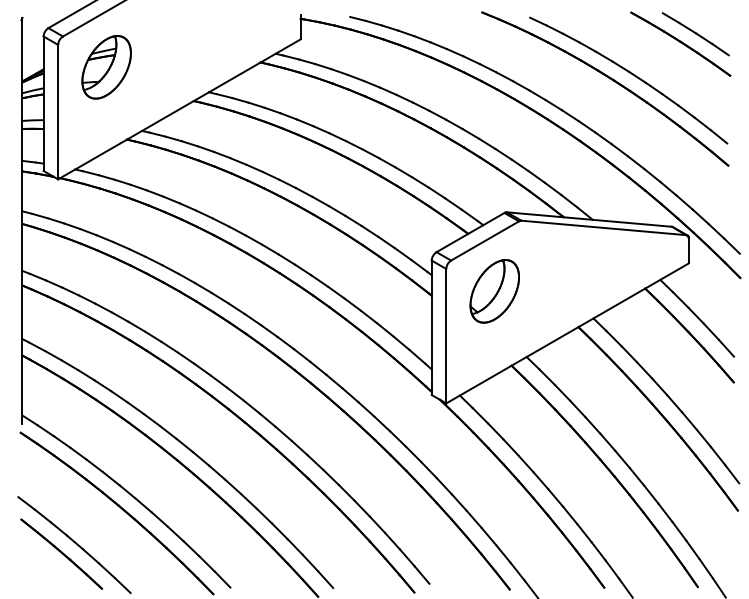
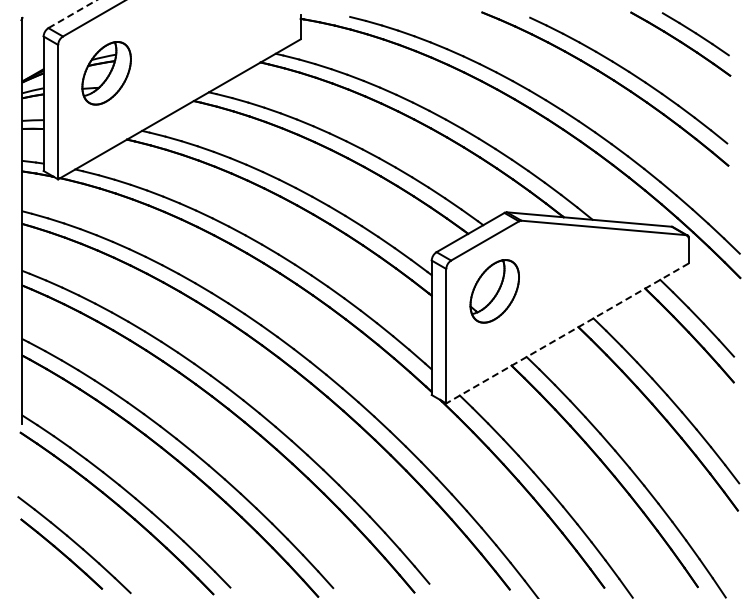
line at (72, 14): solid -> dashed
part at (106, 67) position: (106, 67) -> (106, 73)
line at (567, 333): solid -> dashed
